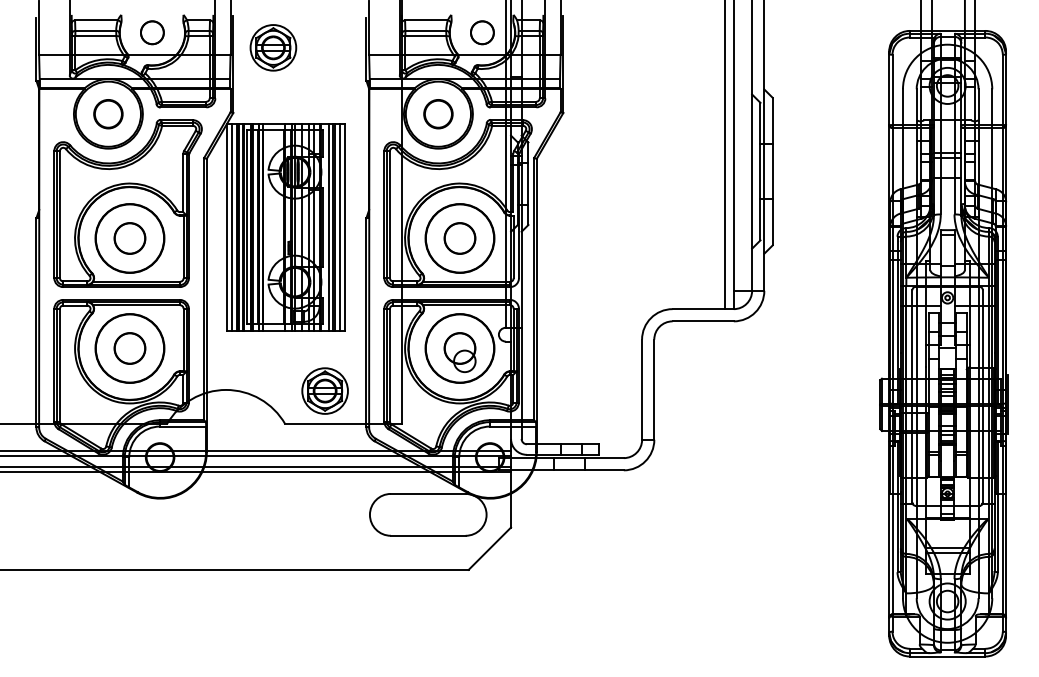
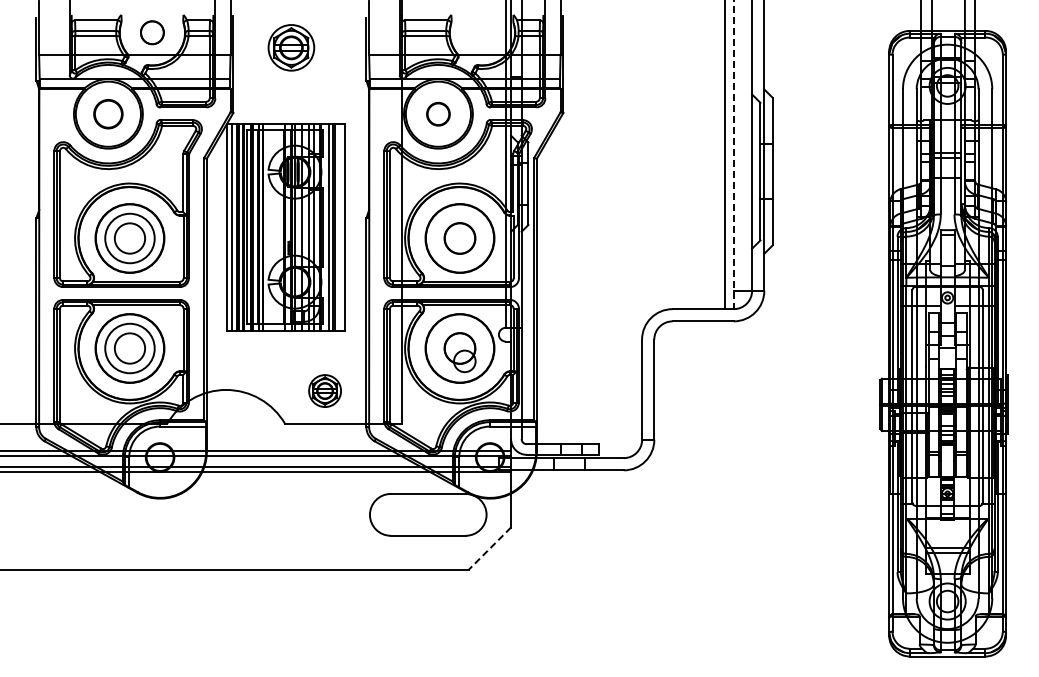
part at (482, 32): present -> none
part at (273, 47) position: (273, 47) -> (291, 47)
circle at (438, 114) size: 31x31 px -> 25x26 px
line at (733, 155): solid -> dashed
line at (340, 226): present -> none
circle at (129, 238) diameter: 31 px -> 49 px
circle at (129, 348) diameter: 31 px -> 49 px
part at (324, 390) size: 48x48 px -> 34x34 px
line at (489, 548): solid -> dashed
